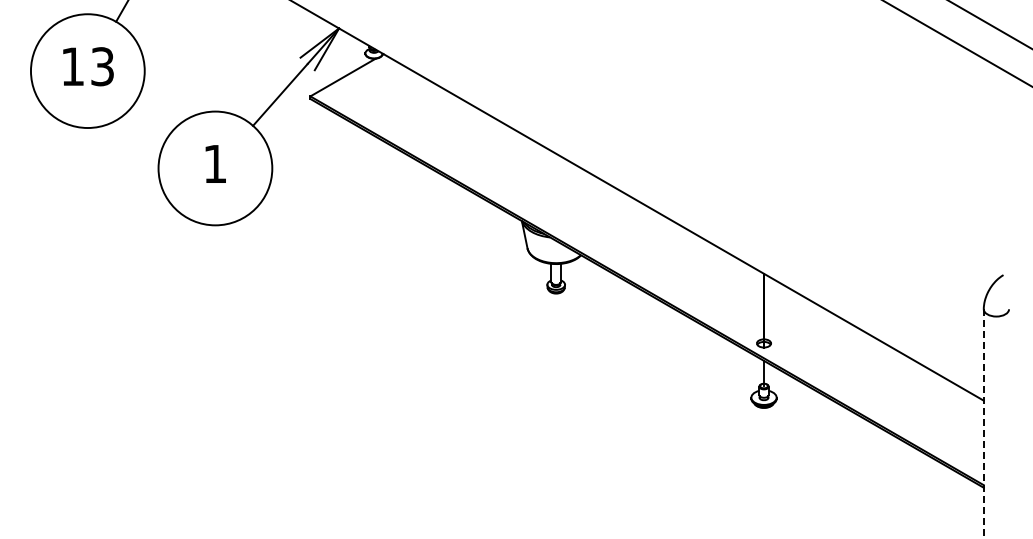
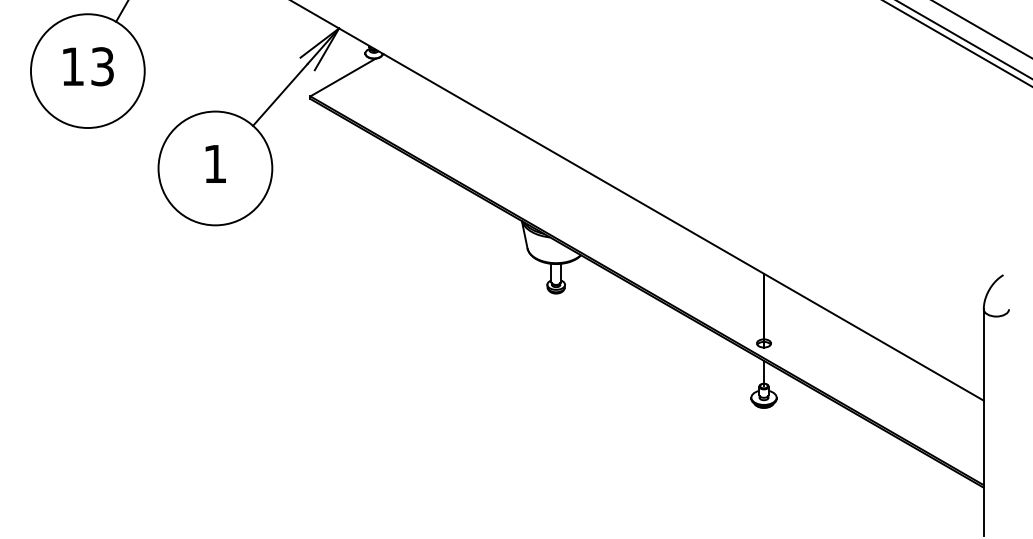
line at (989, 24) position: (989, 24) -> (981, 29)
line at (963, 39): none -> present
line at (983, 422): dashed -> solid
